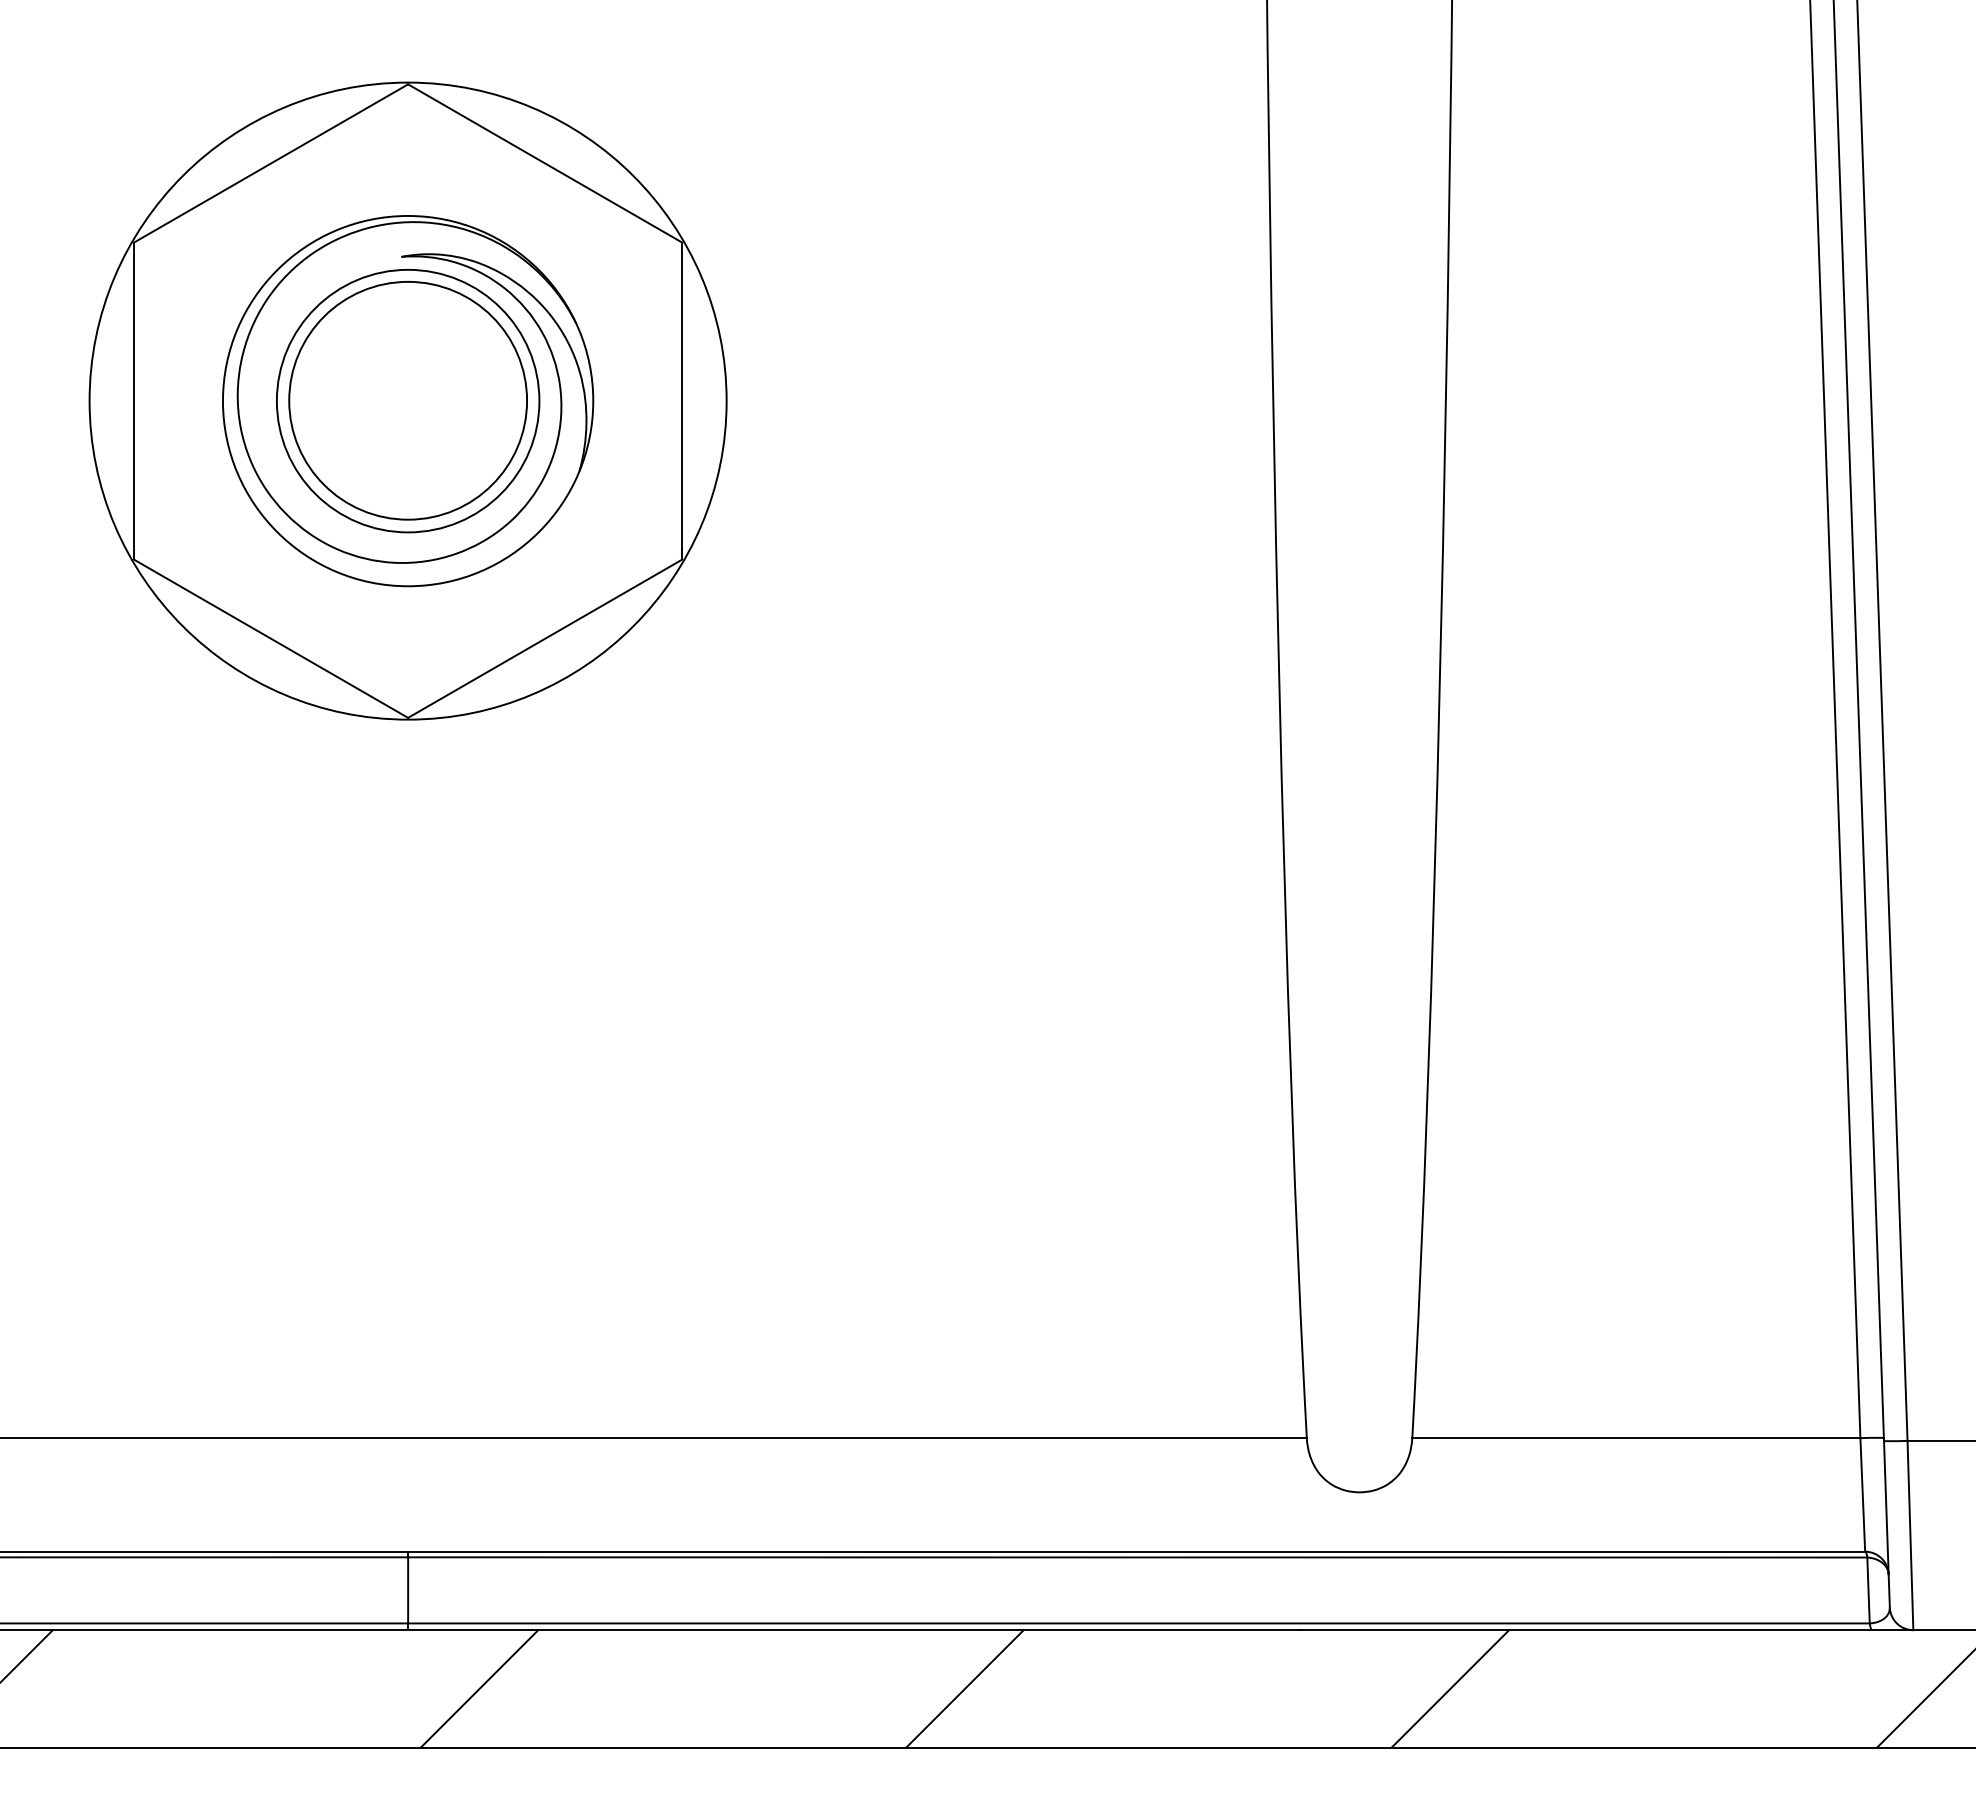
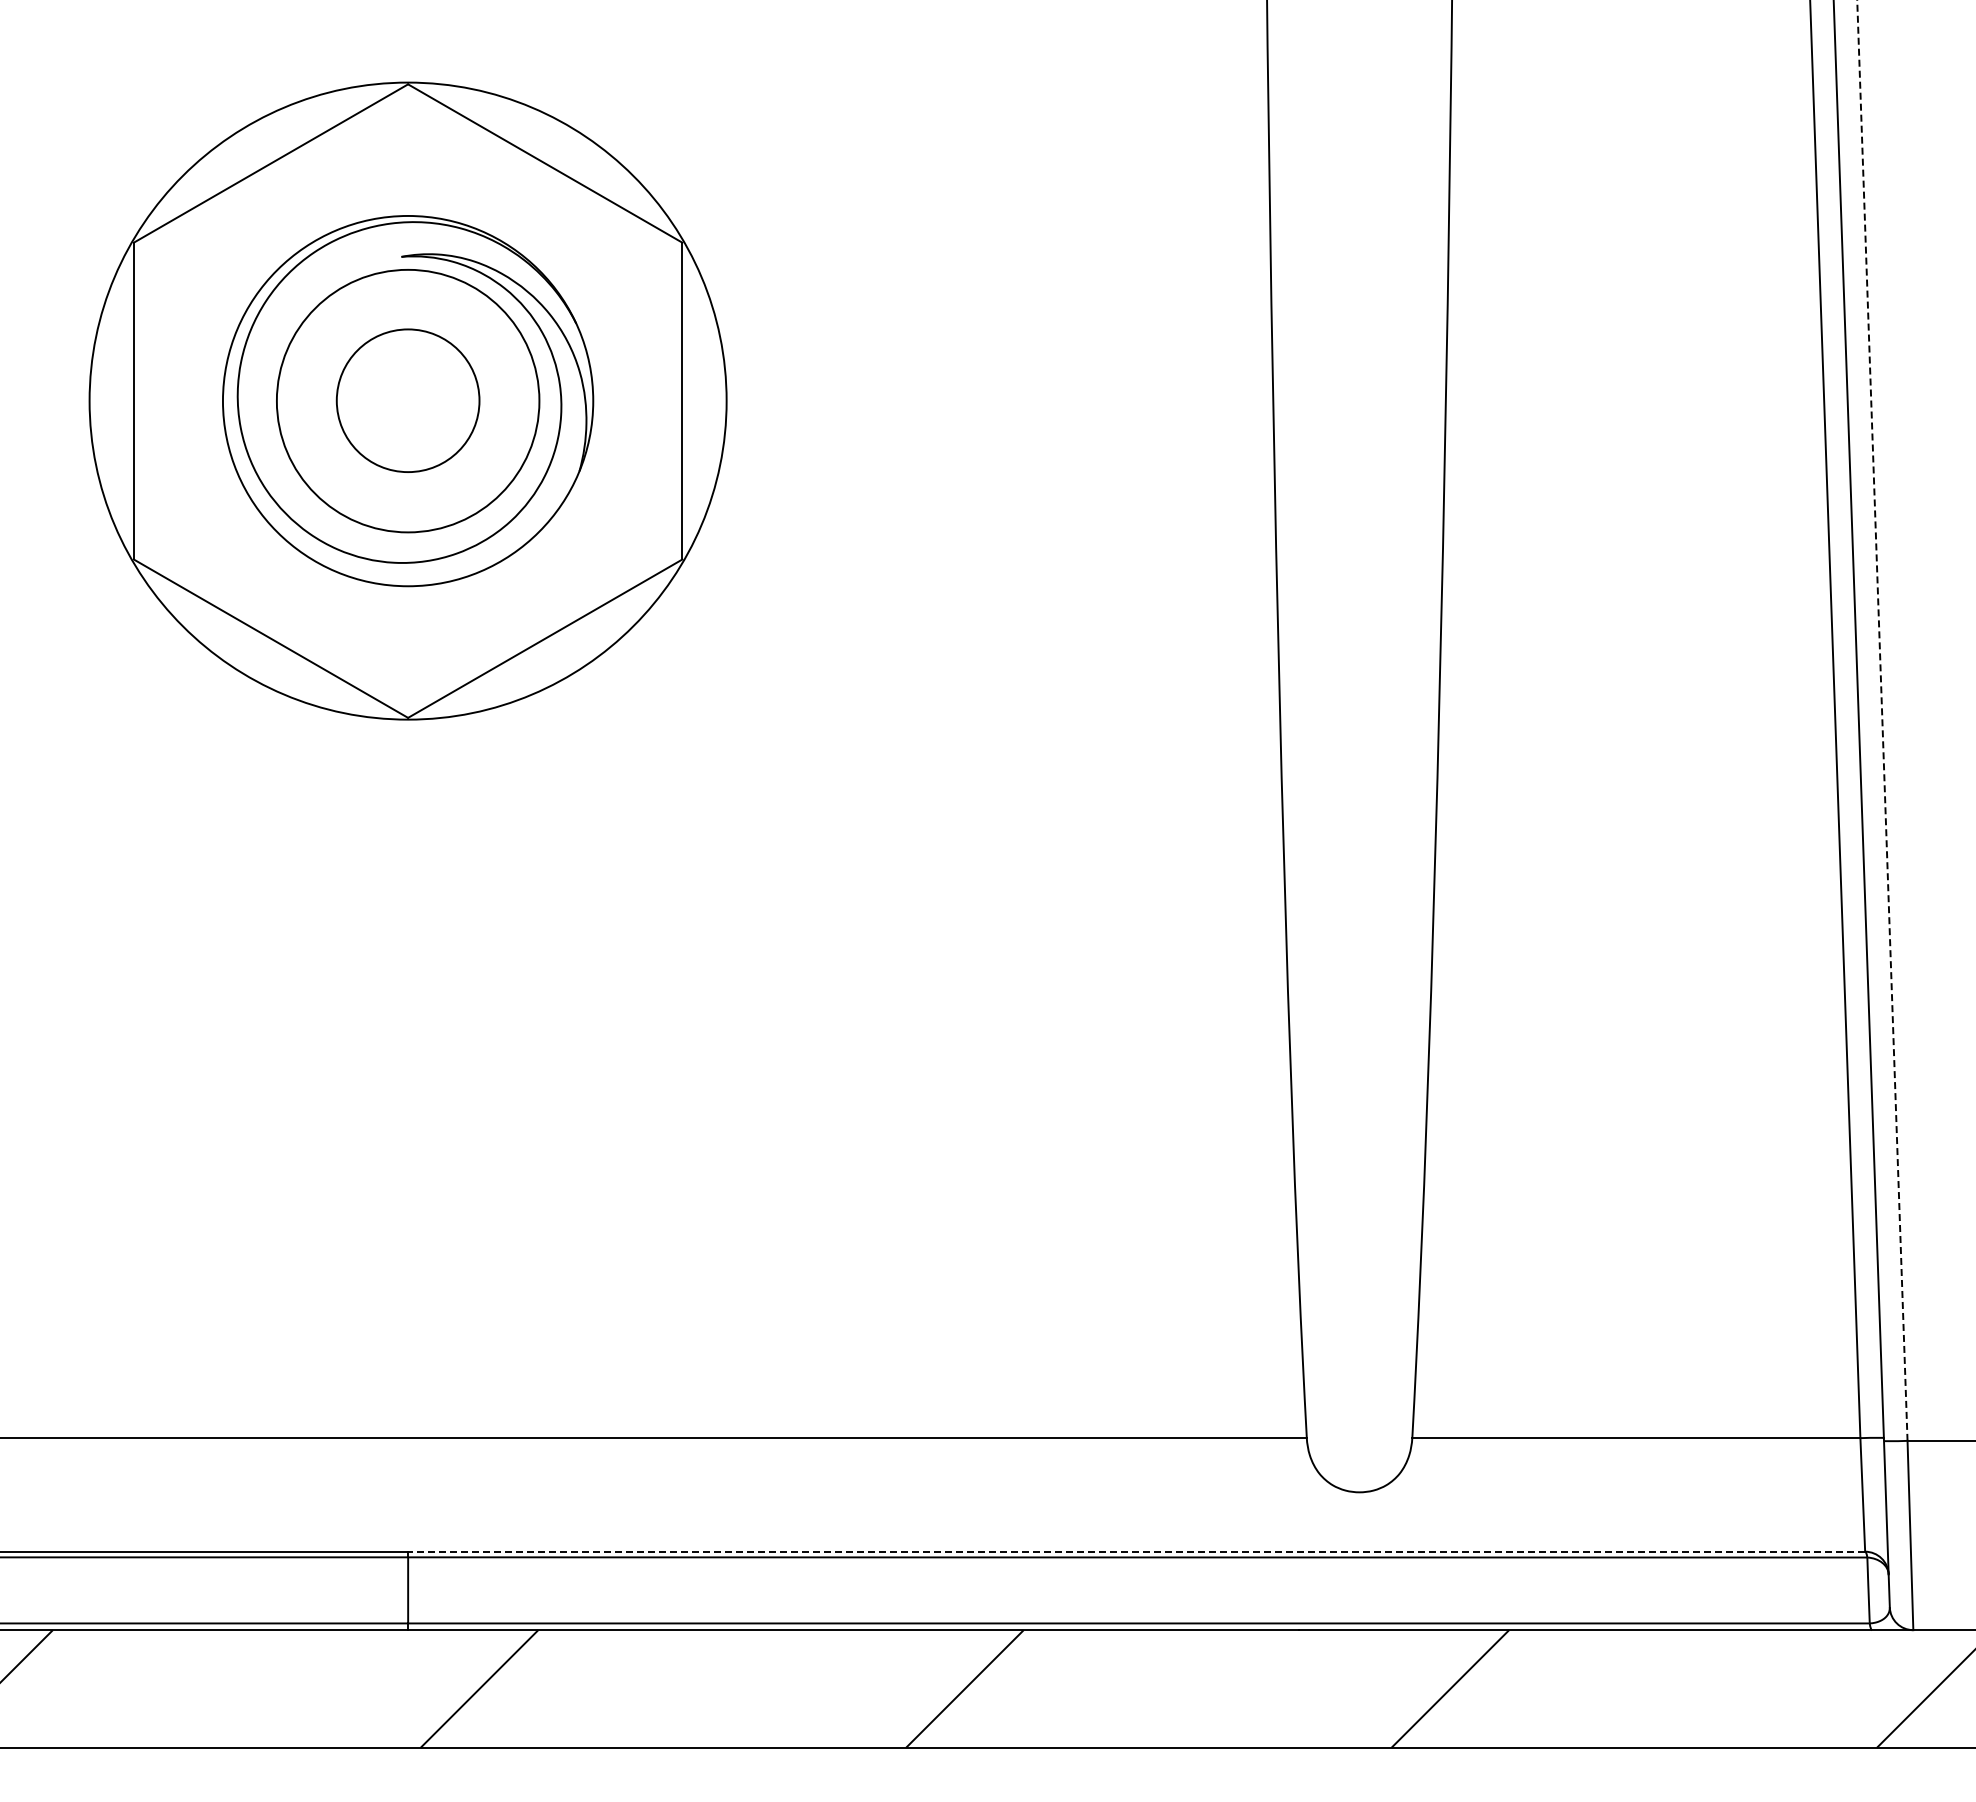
circle at (408, 400) diameter: 238 px -> 143 px
line at (1882, 720): solid -> dashed
line at (1136, 1551): solid -> dashed
